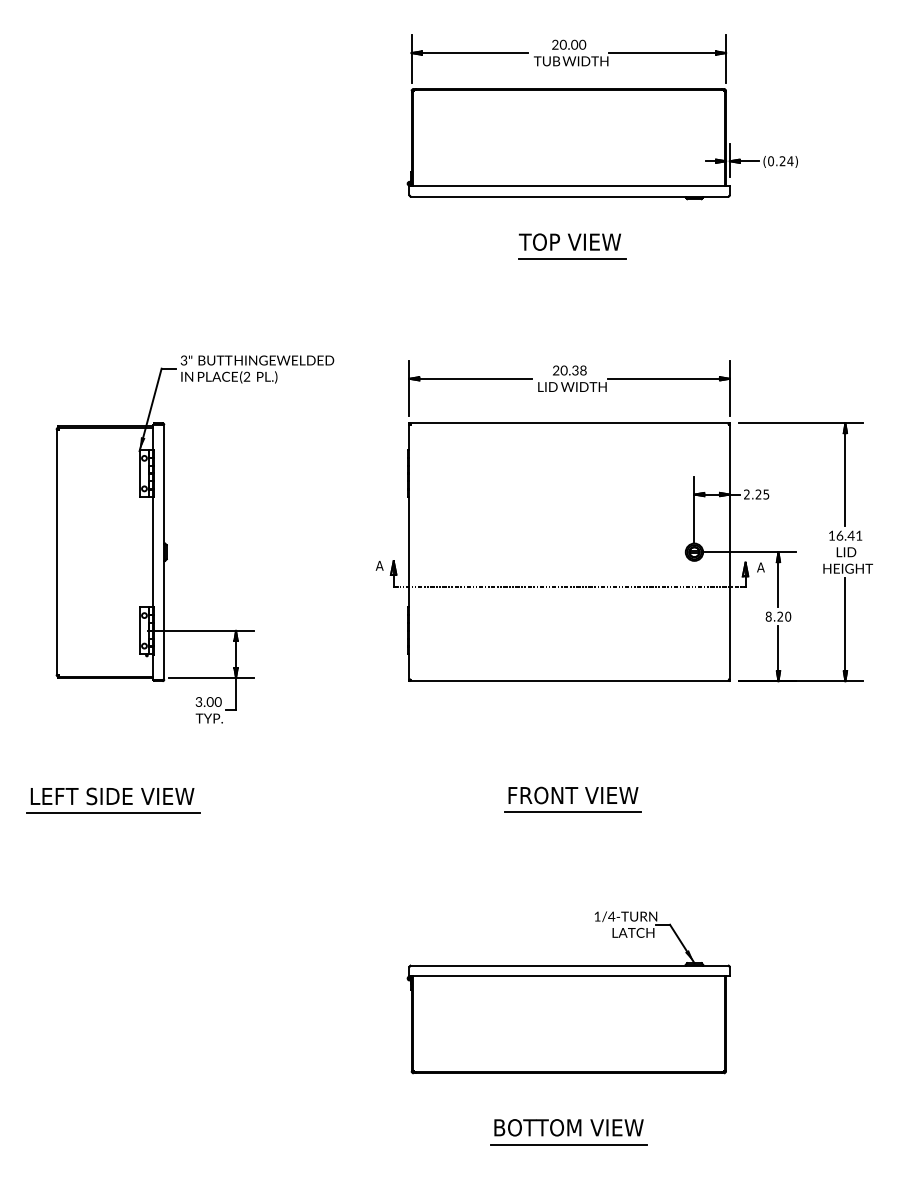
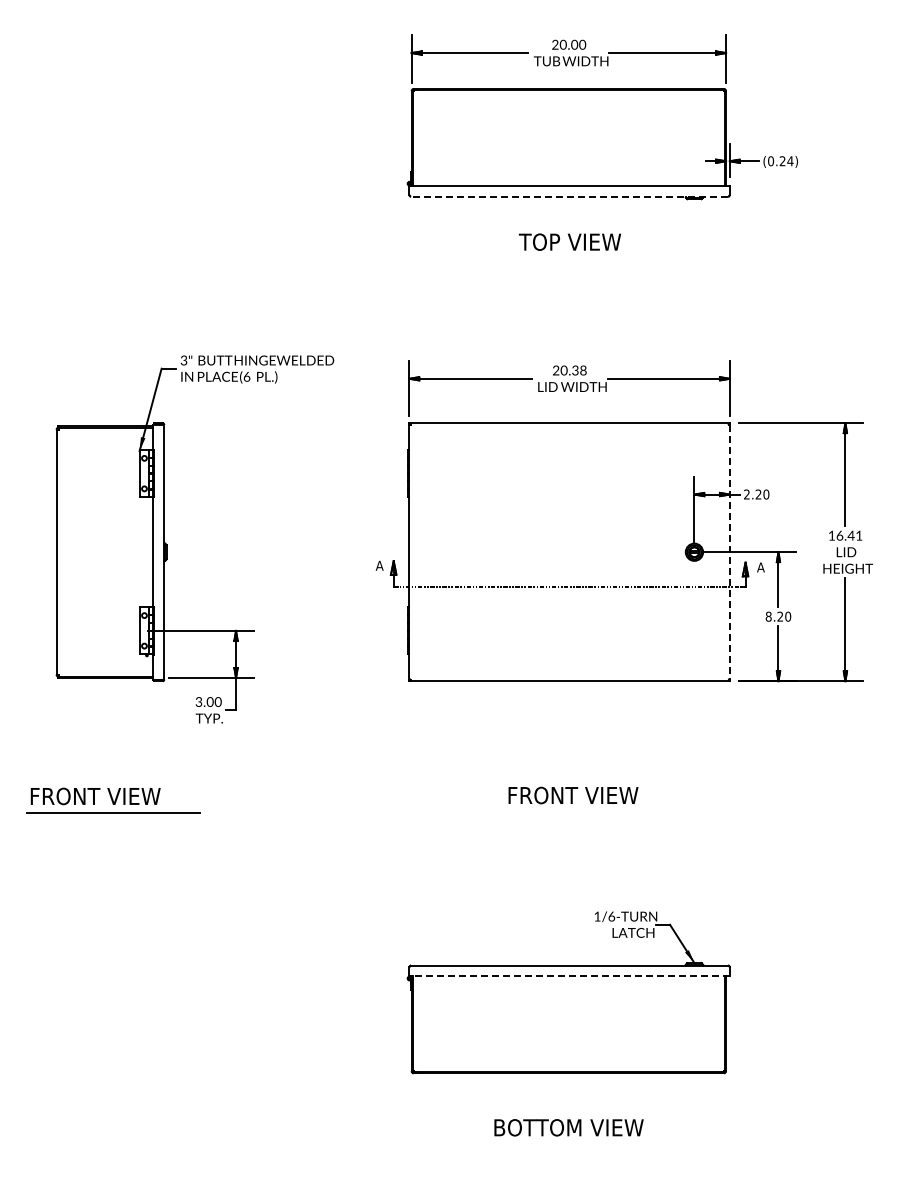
line at (569, 196): solid -> dashed
line at (572, 259): present -> none
text at (246, 376): (2 -> (6
text at (766, 494): 2.25 -> 2.20
line at (729, 552): solid -> dashed
text at (113, 796): LEFT SIDE VIEW -> FRONT VIEW
line at (572, 812): present -> none
text at (611, 916): 1/4-TURN -> 1/6-TURN
line at (569, 976): solid -> dashed
line at (568, 1144): present -> none
